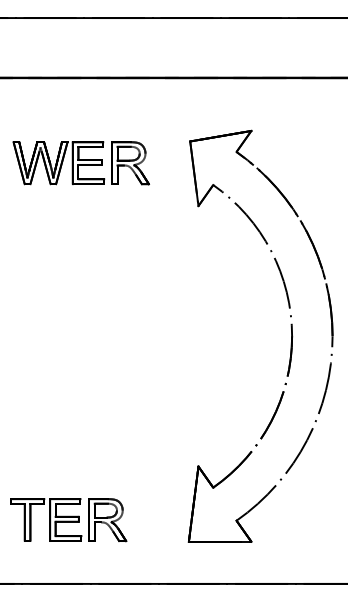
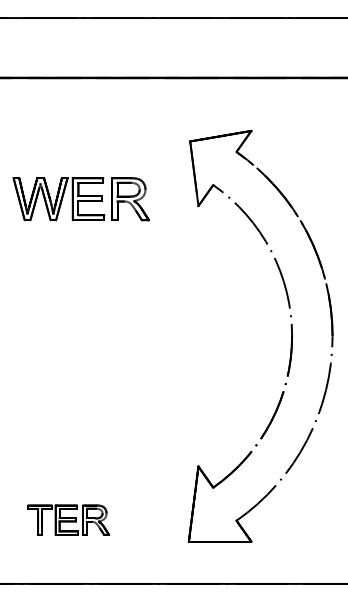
part at (80, 163) position: (80, 163) -> (80, 199)
part at (68, 520) size: 118x45 px -> 84x32 px
